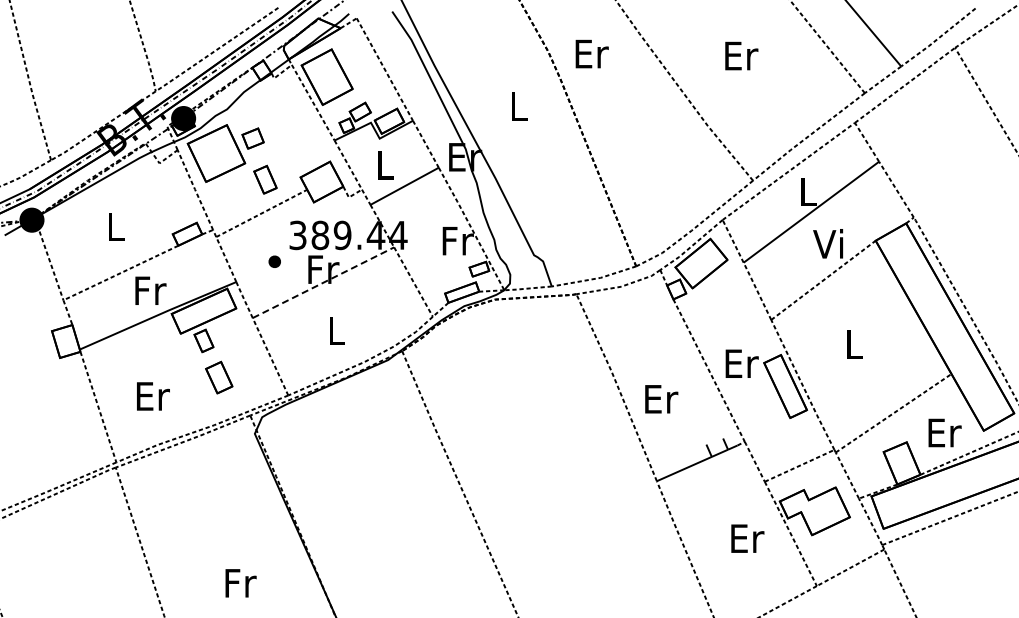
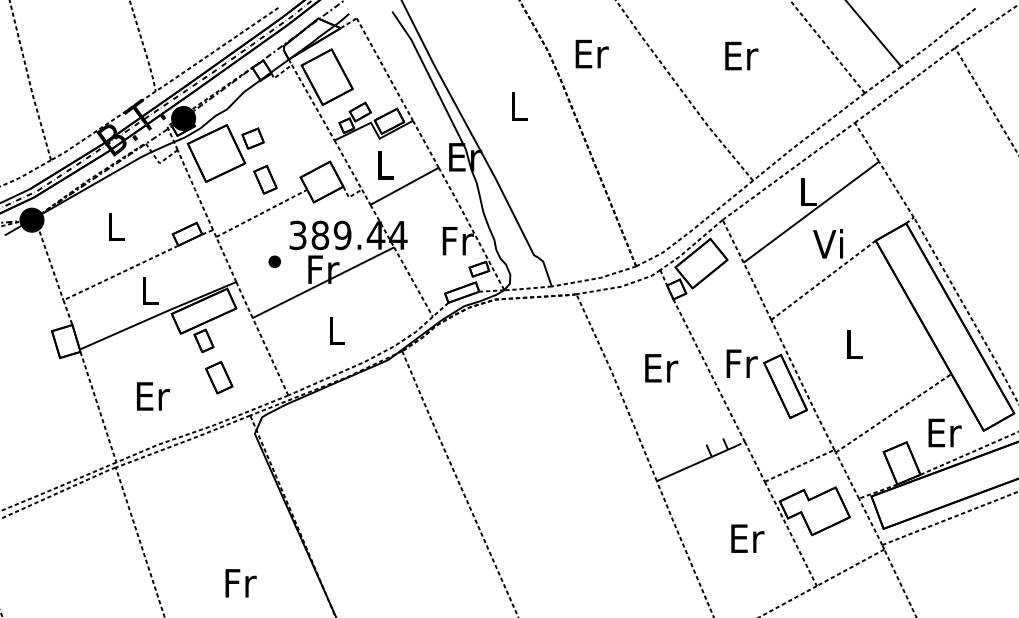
line at (323, 282): dashed -> solid
text at (150, 290): Fr -> L
text at (741, 363): Er -> Fr
text at (661, 399) position: (661, 399) -> (661, 368)
